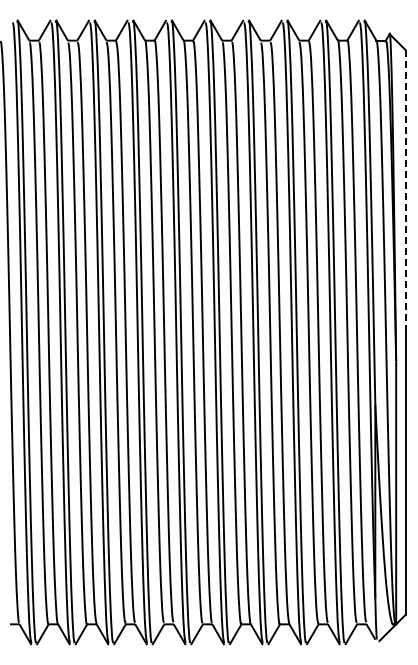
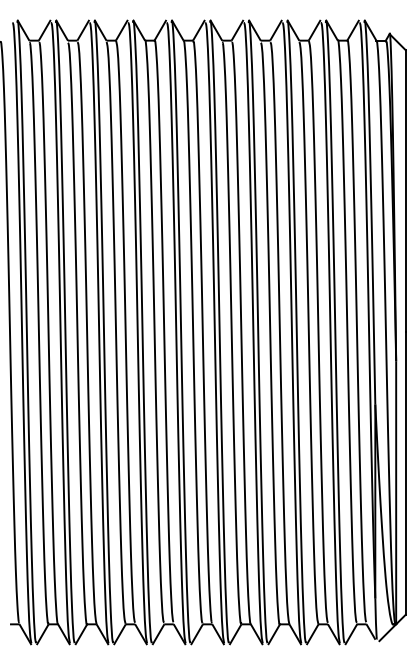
line at (405, 191): dashed -> solid
